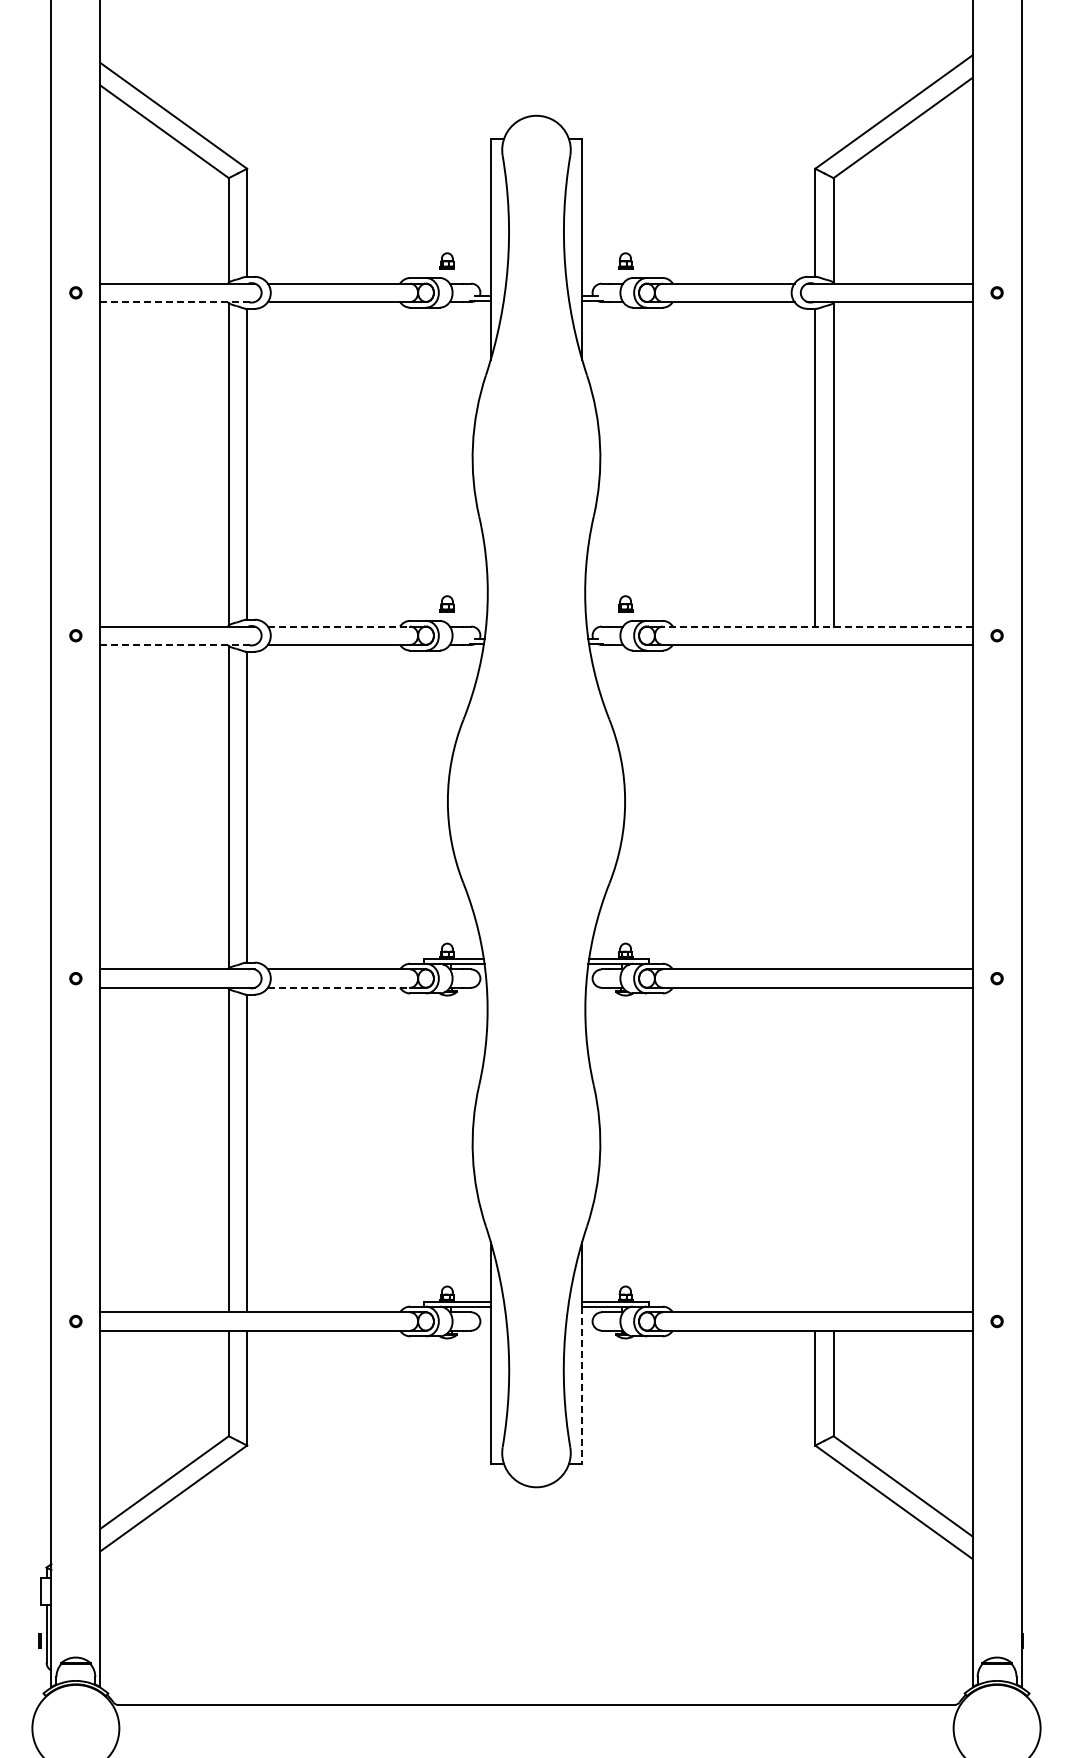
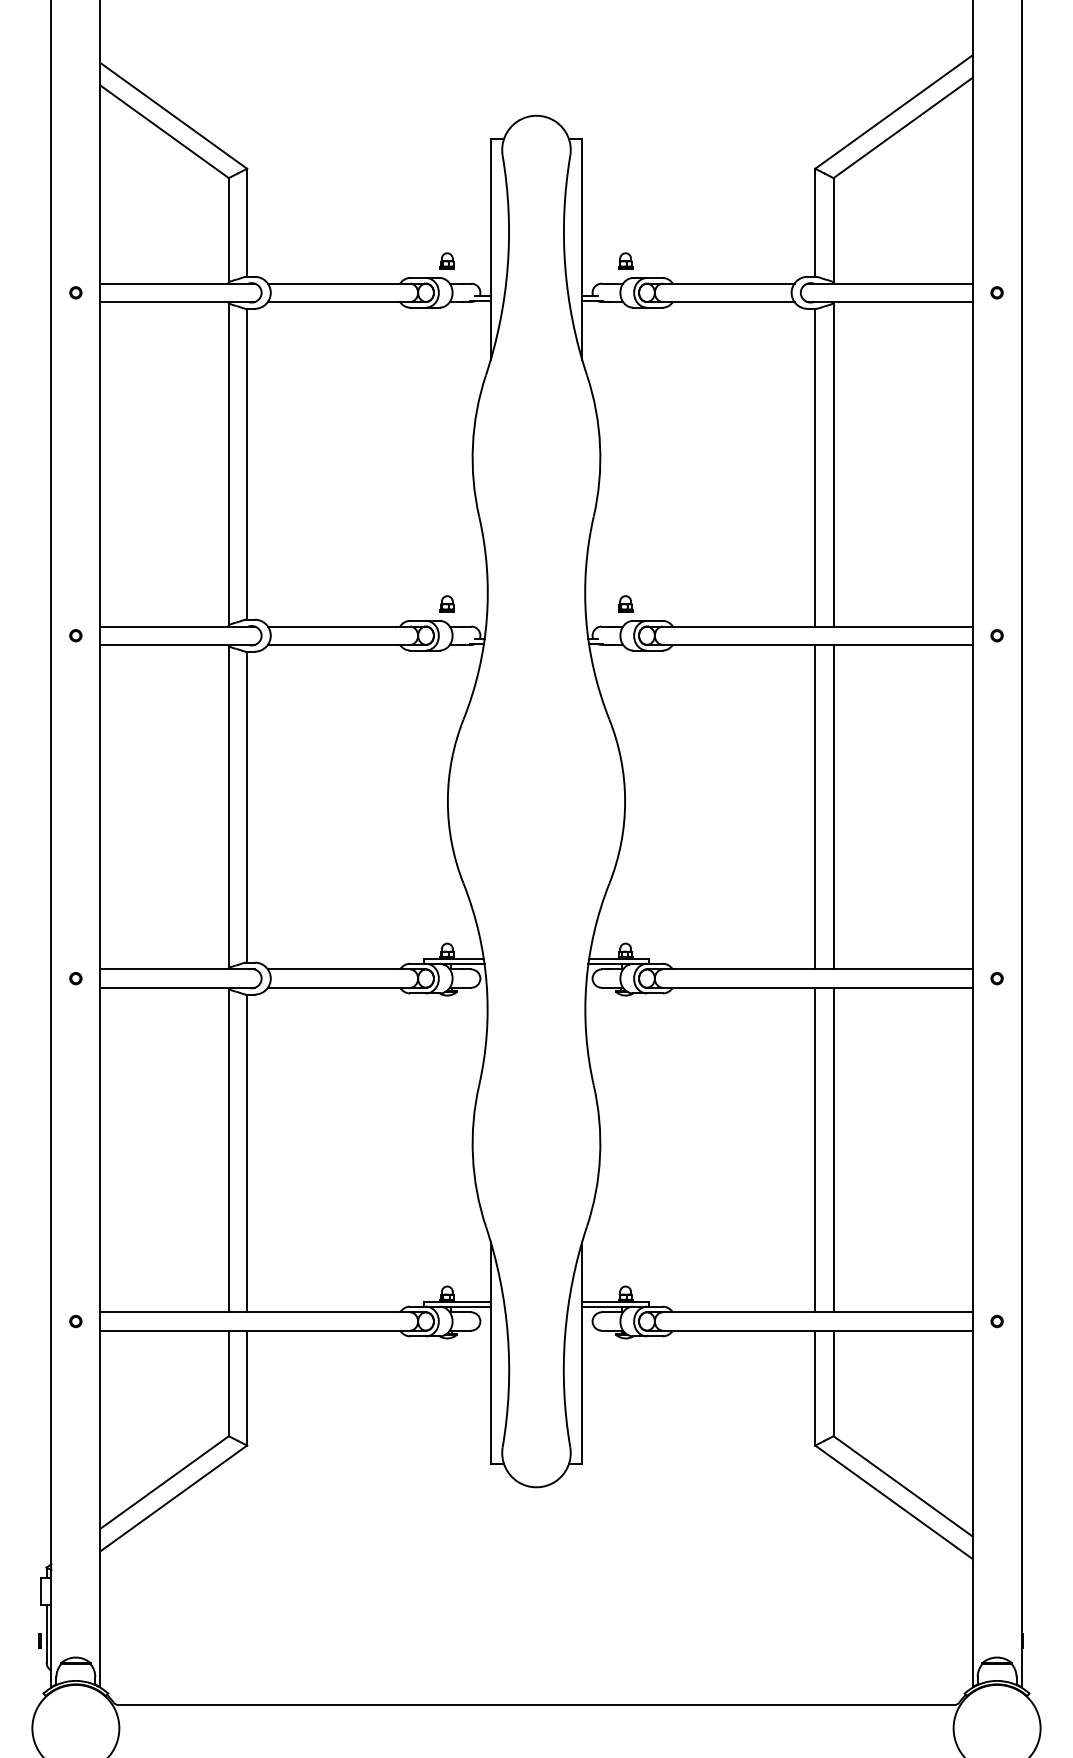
line at (178, 301): dashed -> solid
line at (339, 626): dashed -> solid
line at (817, 626): dashed -> solid
line at (178, 644): dashed -> solid
line at (815, 806): none -> present
line at (833, 806): none -> present
line at (339, 987): dashed -> solid
line at (815, 1149): none -> present
line at (833, 1149): none -> present
line at (582, 1385): dashed -> solid
